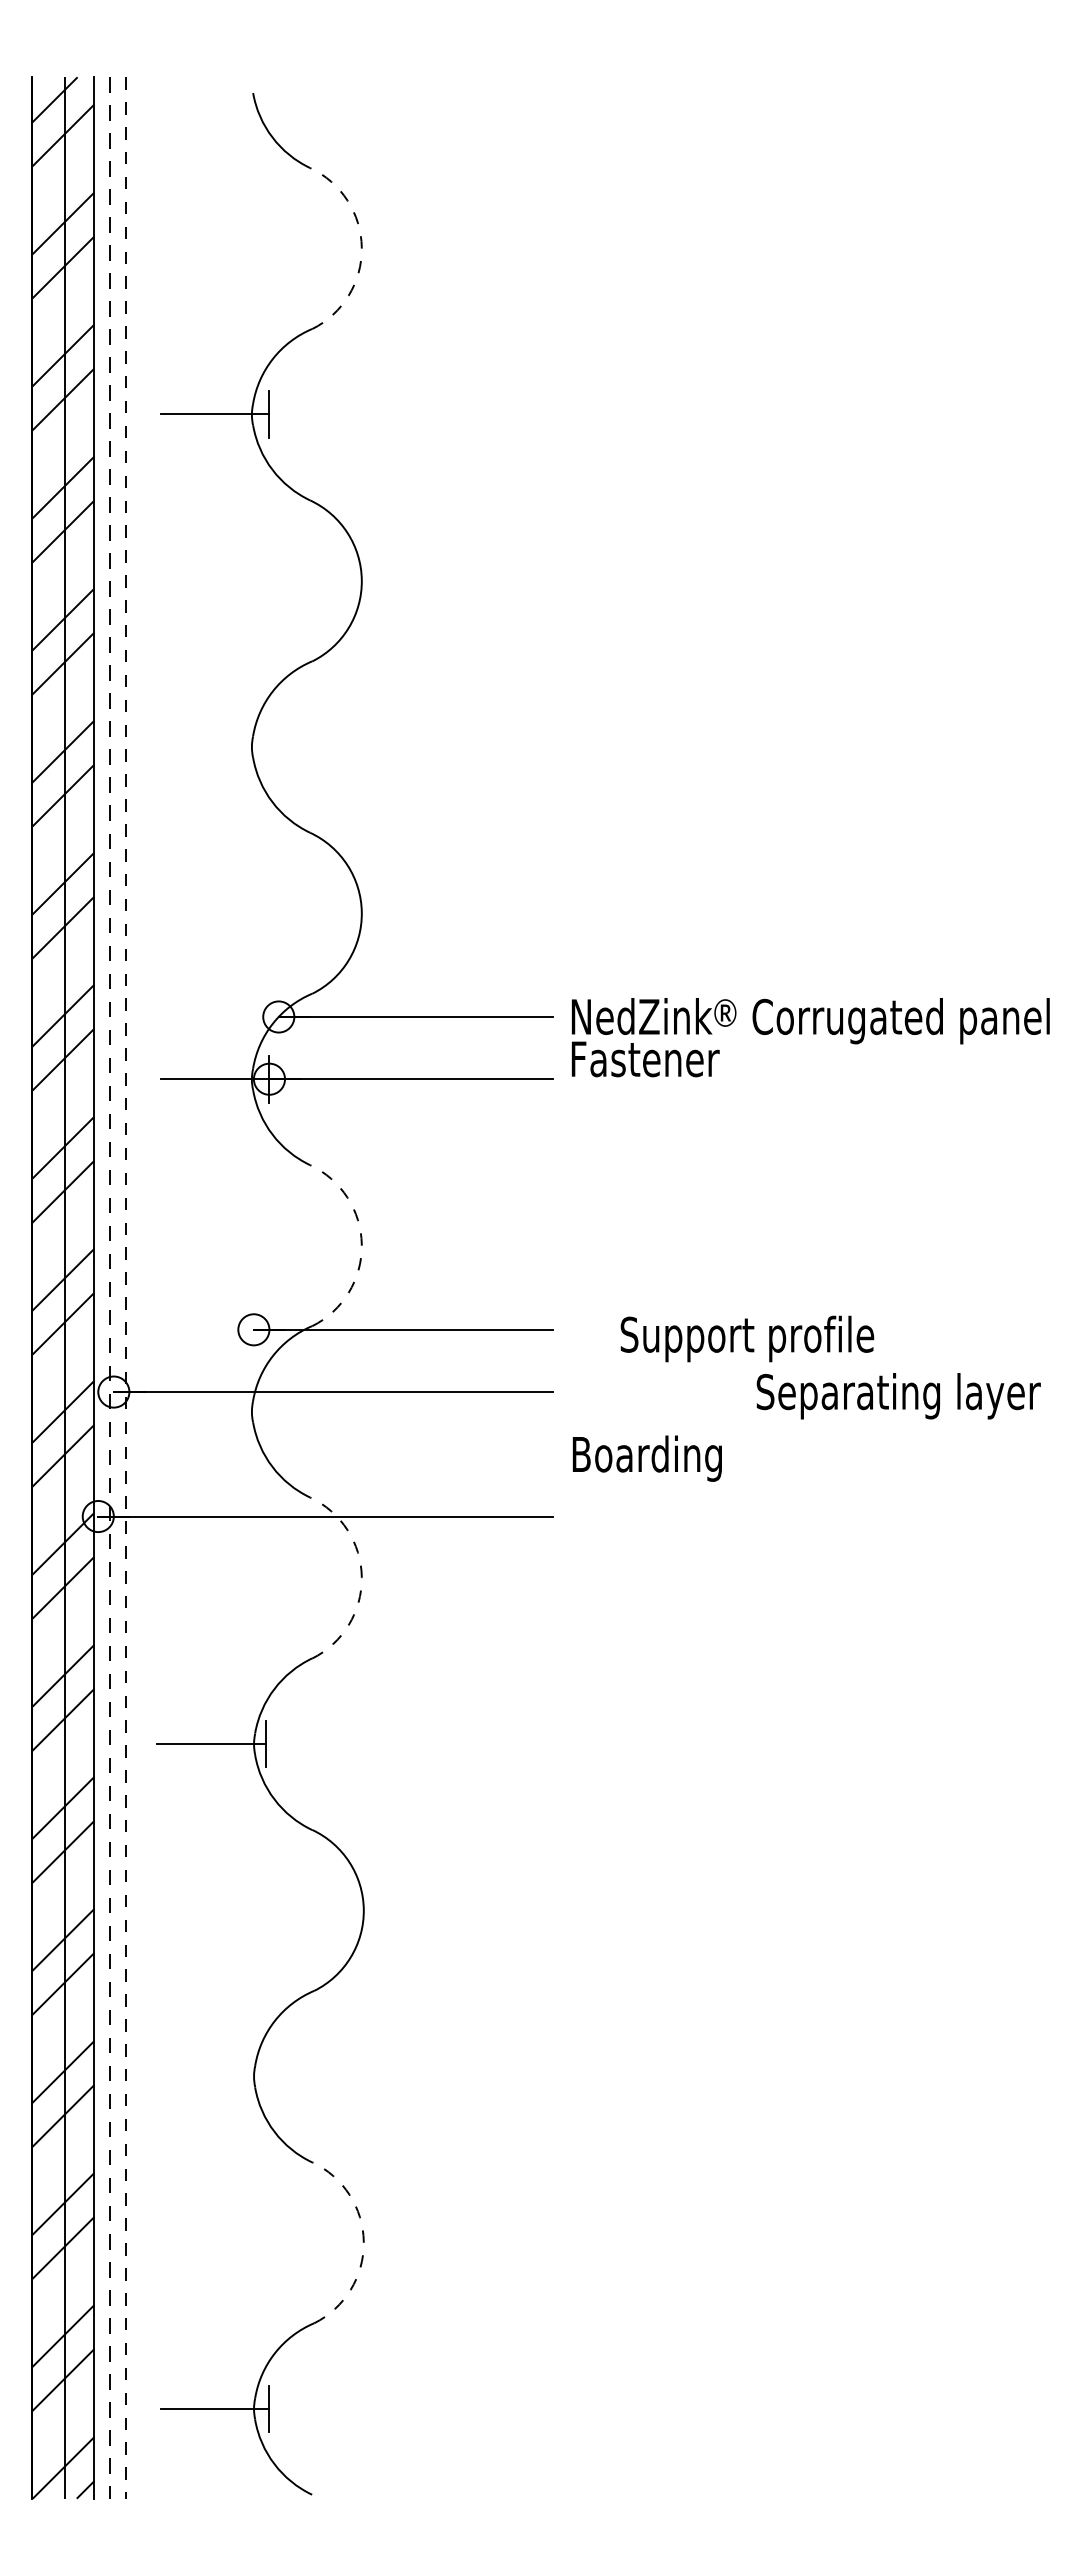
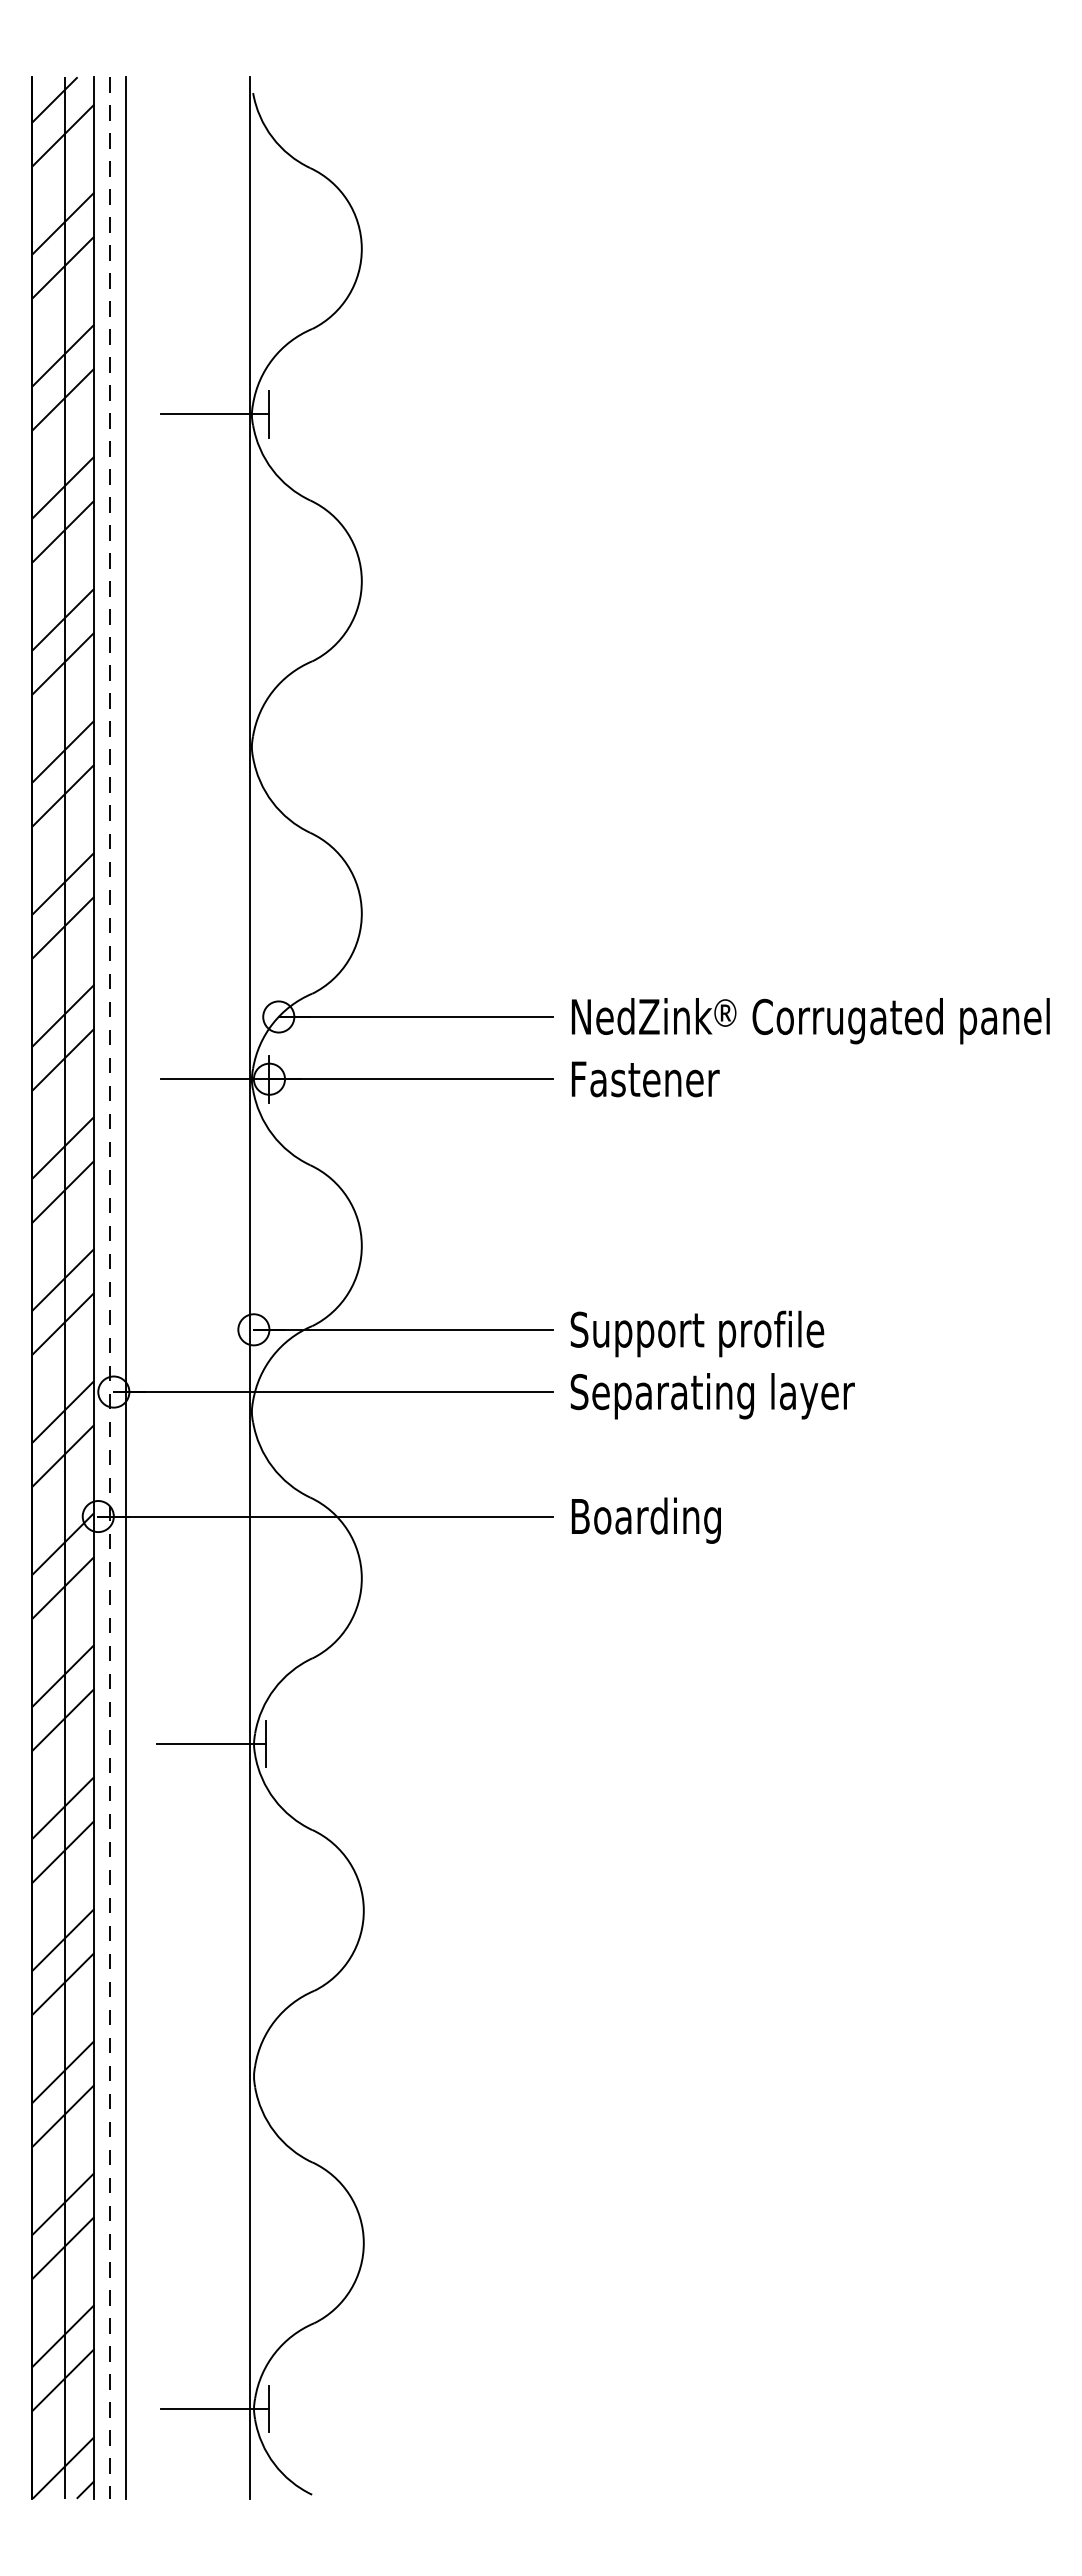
arc at (361, 247): dashed -> solid
text at (645, 1059) position: (645, 1059) -> (645, 1079)
arc at (361, 1245): dashed -> solid
line at (125, 1287): dashed -> solid
line at (250, 1287): none -> present
text at (747, 1338) position: (747, 1338) -> (697, 1333)
text at (898, 1396) position: (898, 1396) -> (712, 1396)
text at (646, 1458) position: (646, 1458) -> (645, 1520)
arc at (361, 1577): dashed -> solid
arc at (363, 2242): dashed -> solid
